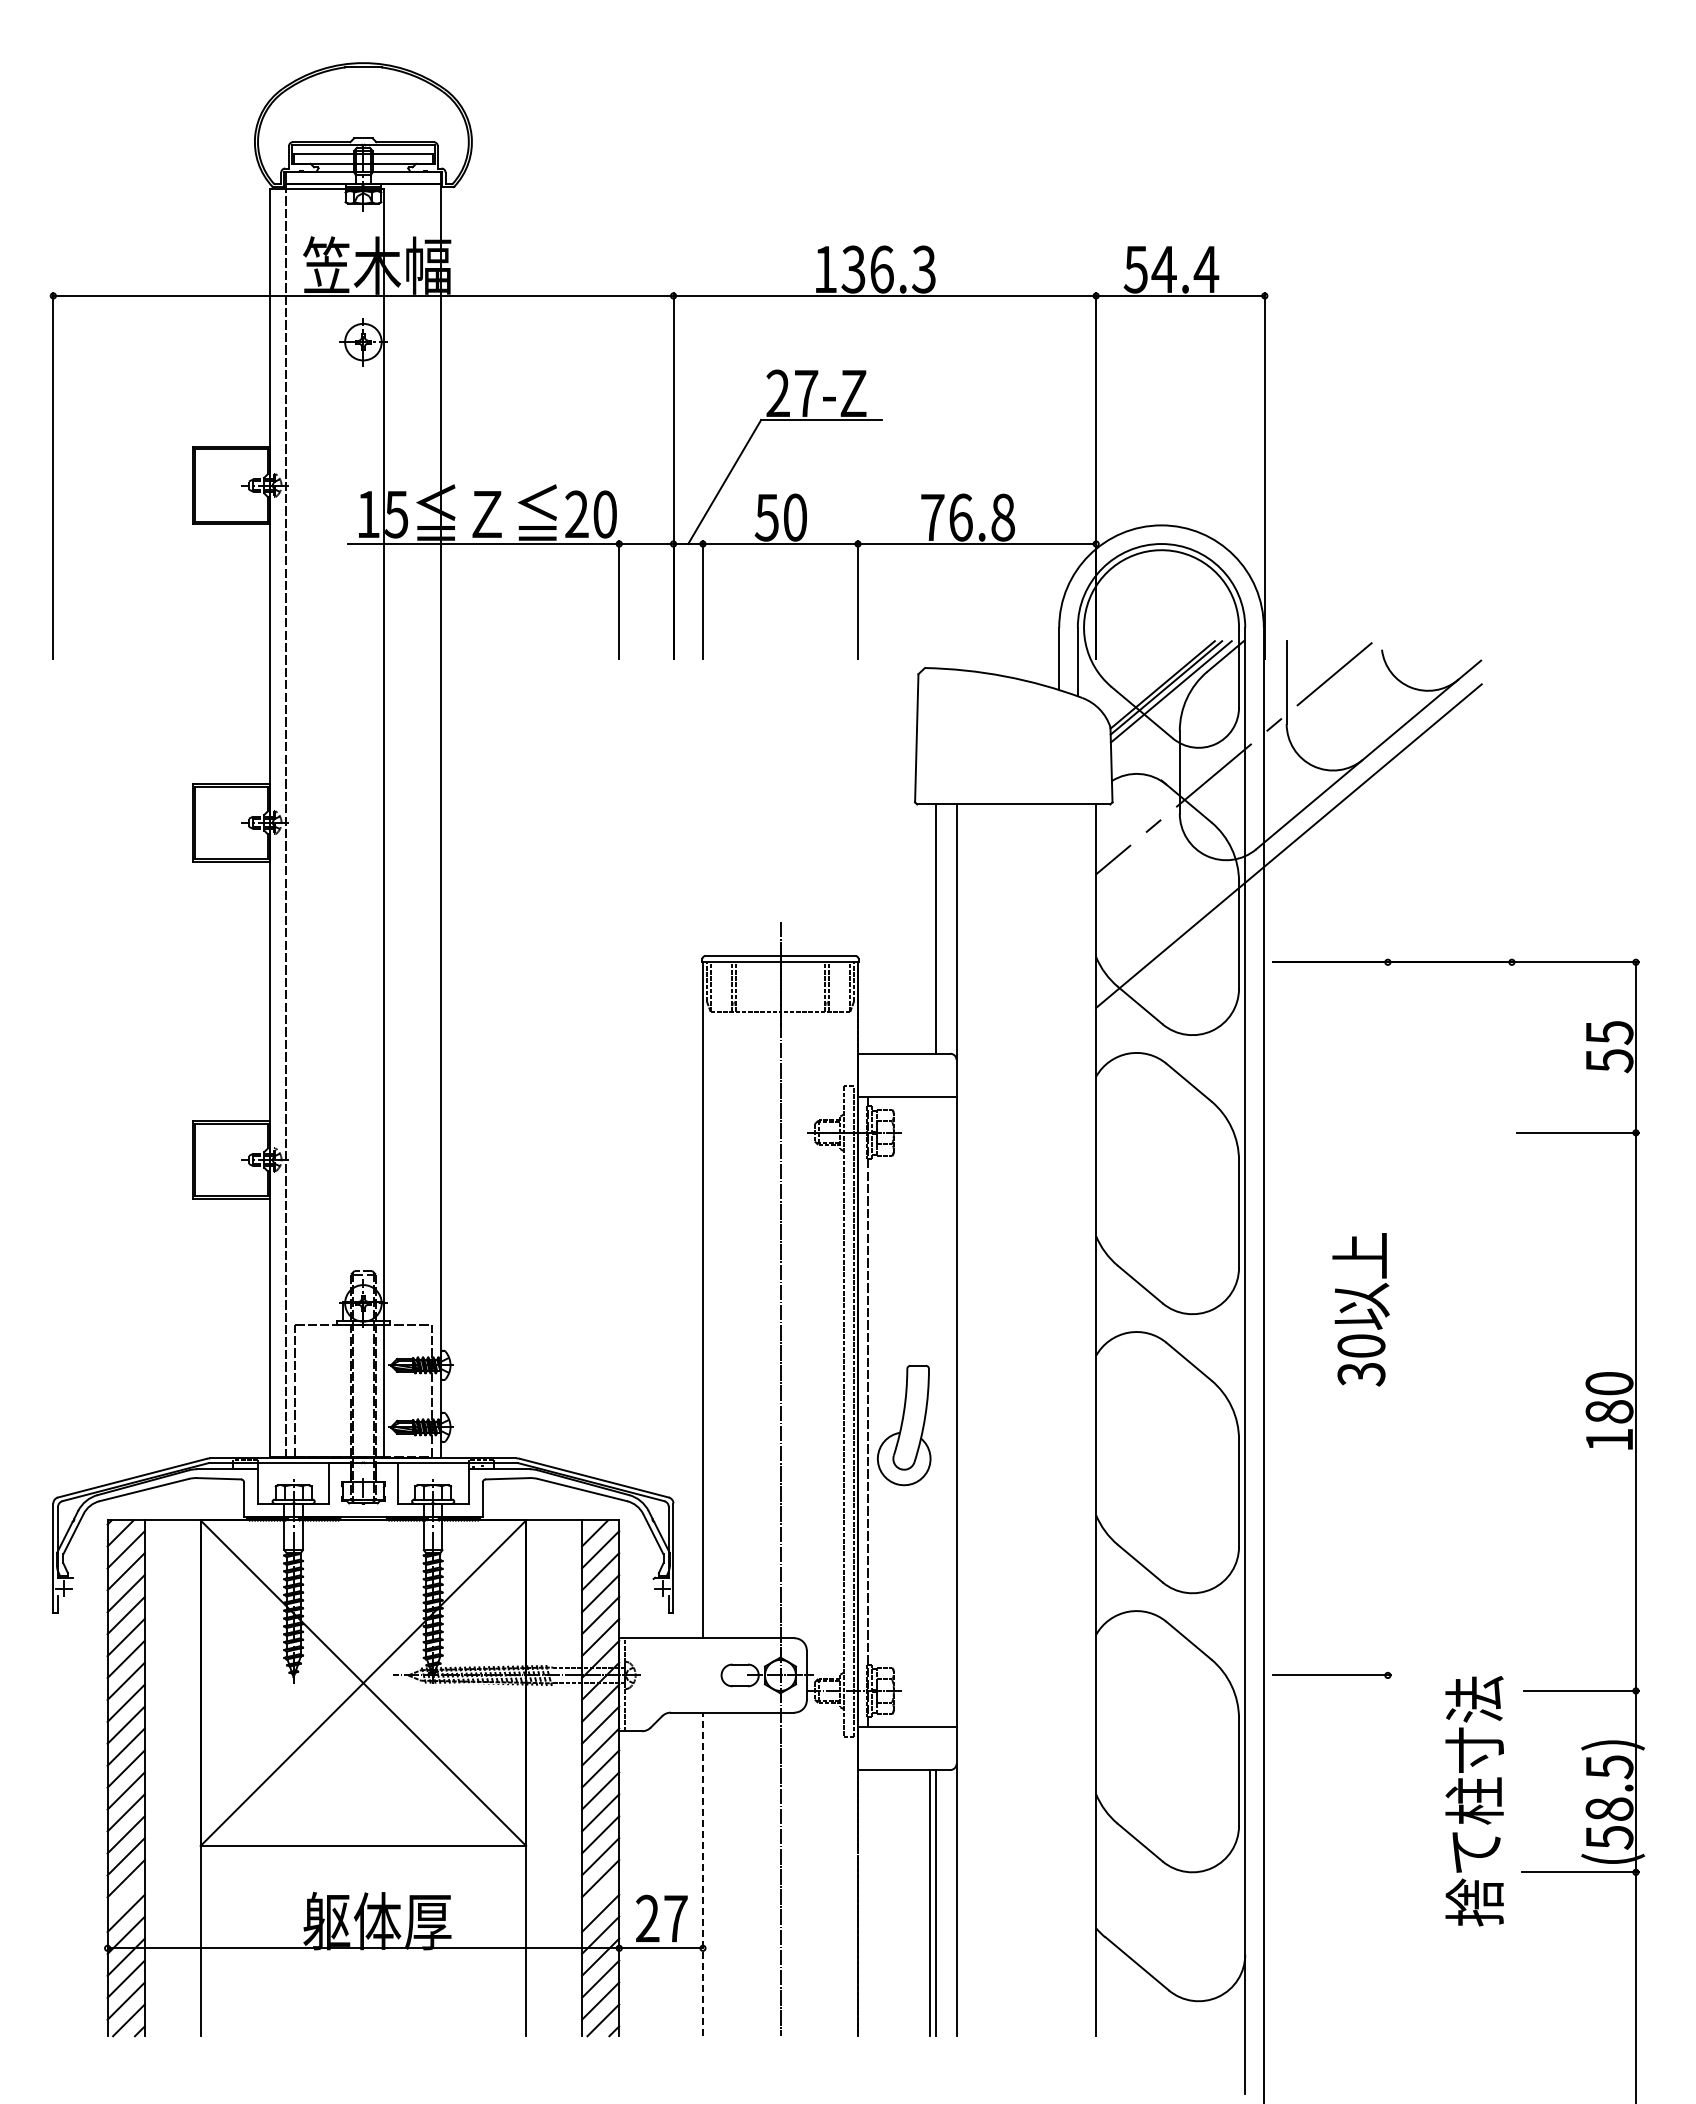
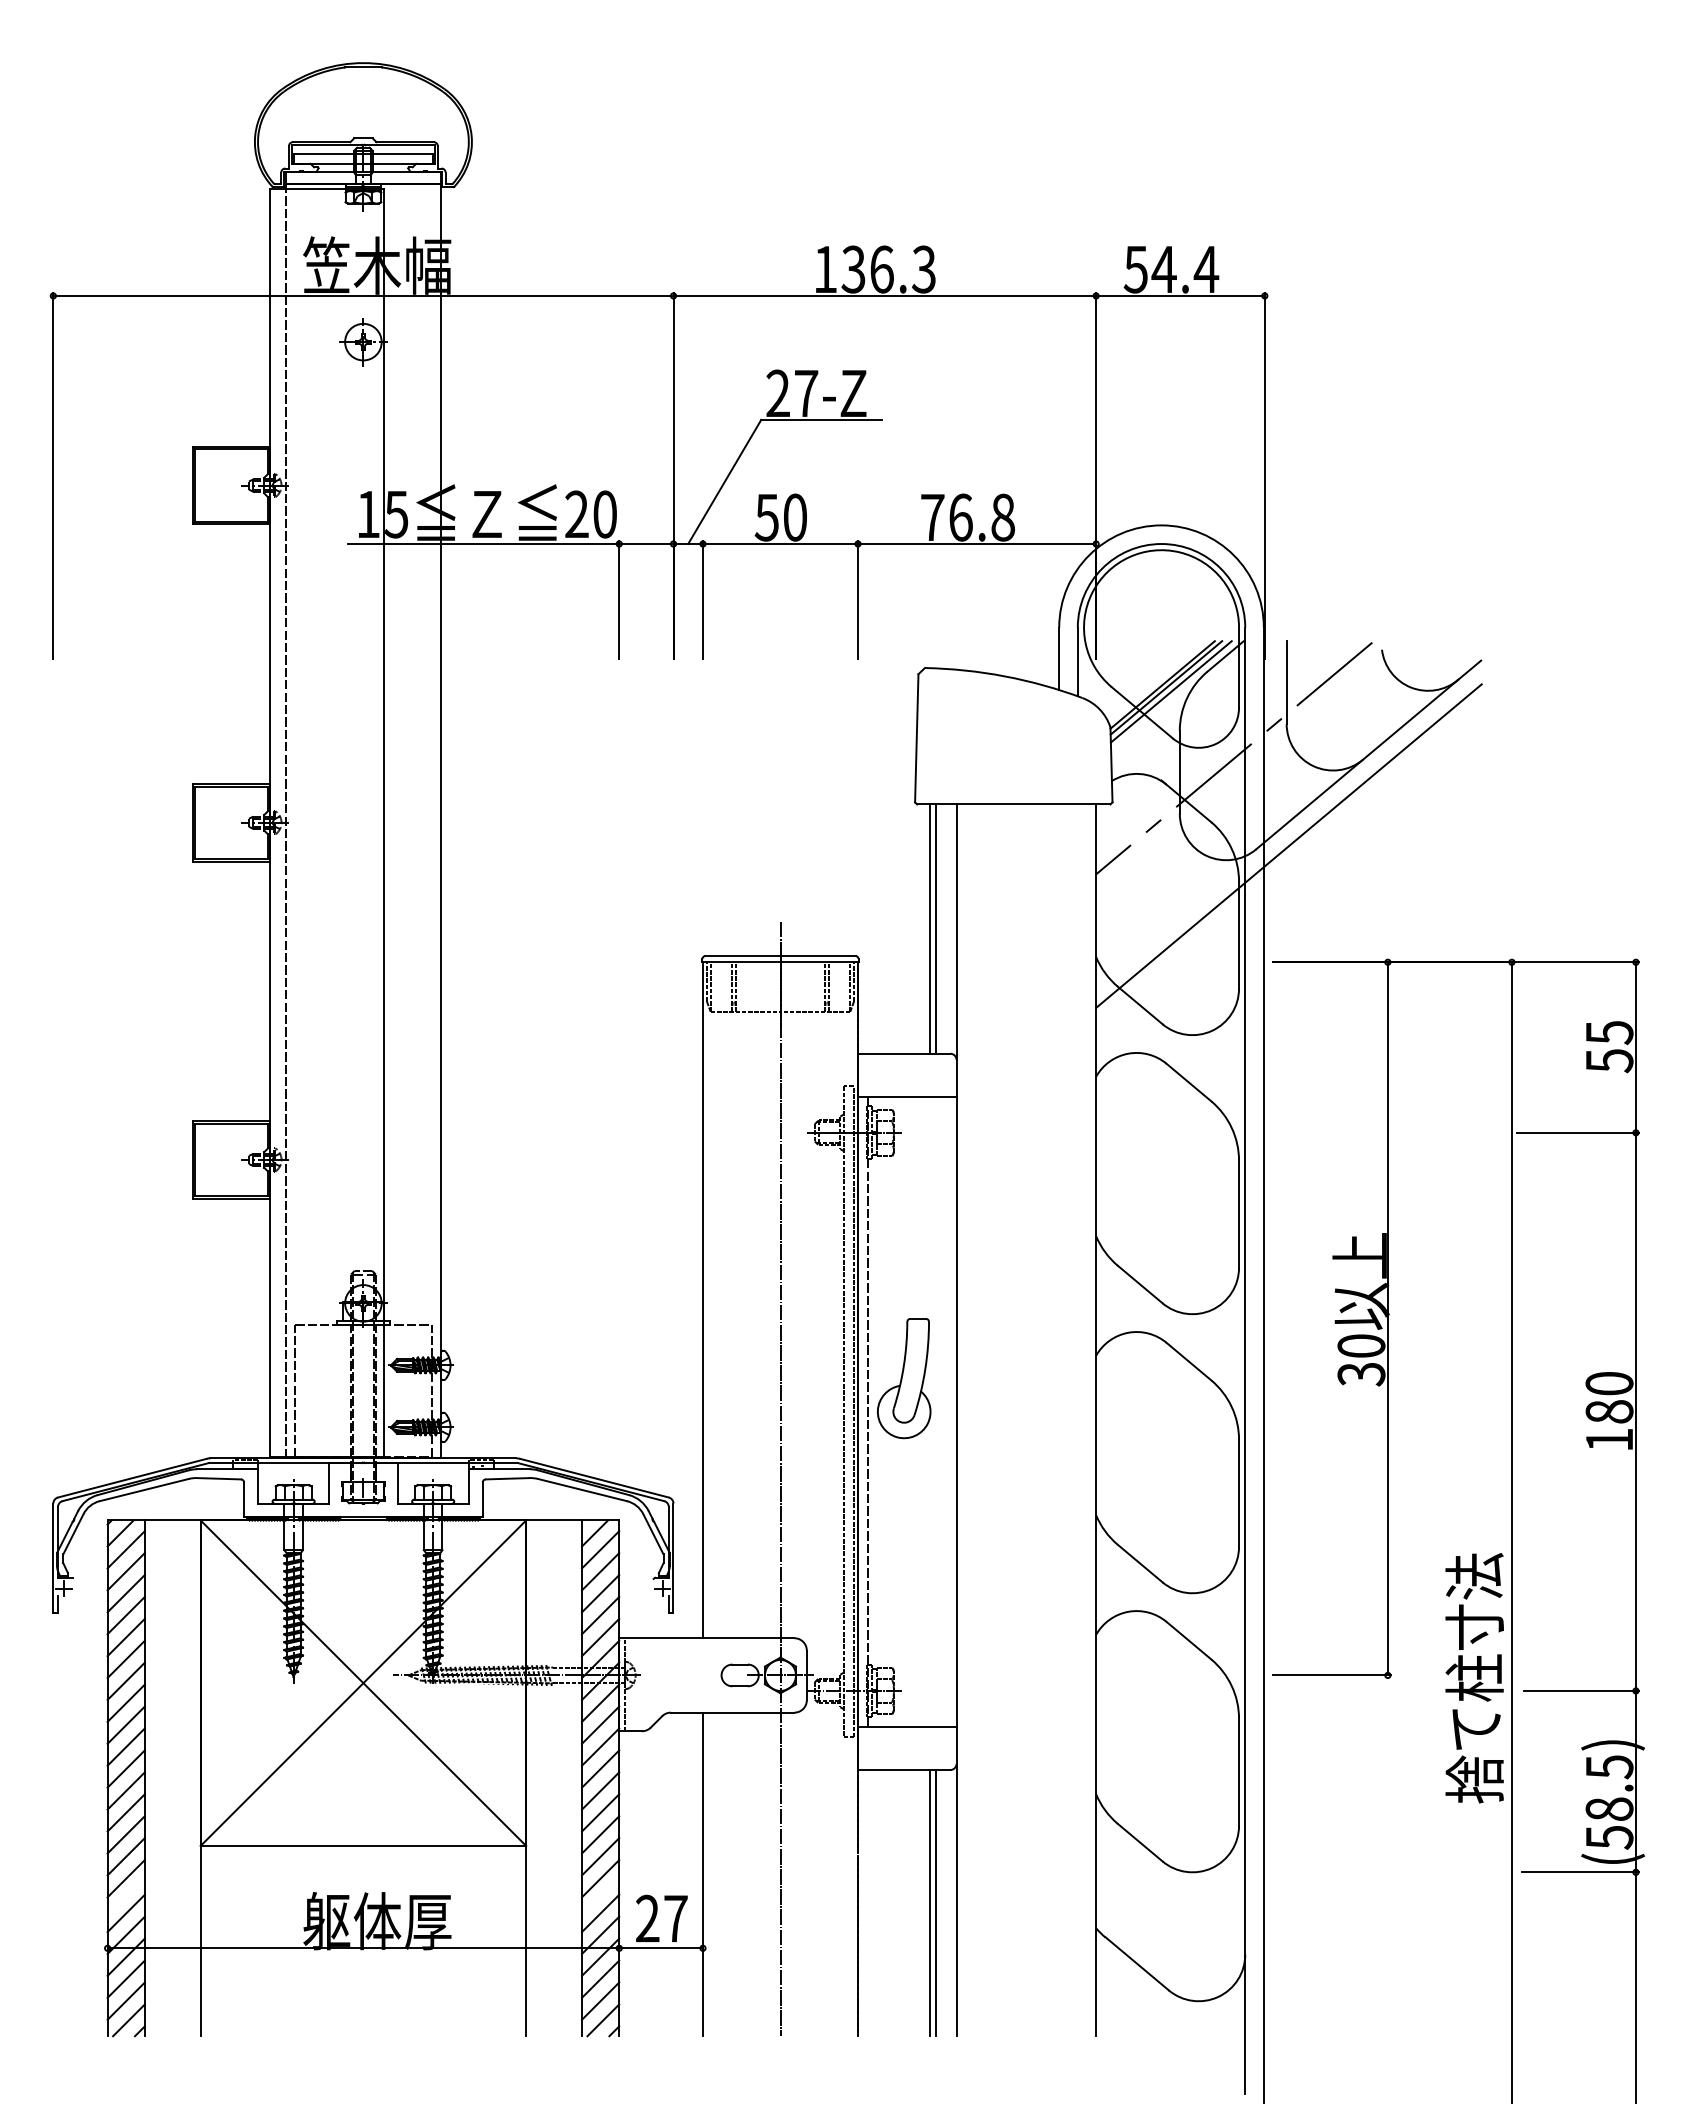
line at (929, 928): none -> present
line at (1387, 1318): none -> present
part at (904, 1425) position: (904, 1425) -> (904, 1378)
line at (1511, 1531): none -> present
text at (1474, 1801) position: (1474, 1801) -> (1474, 1678)
line at (702, 1874): dashed -> solid
